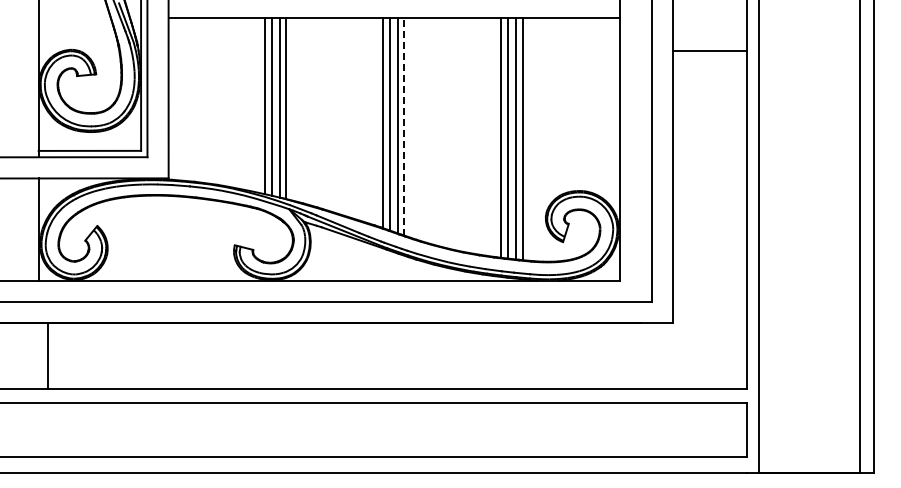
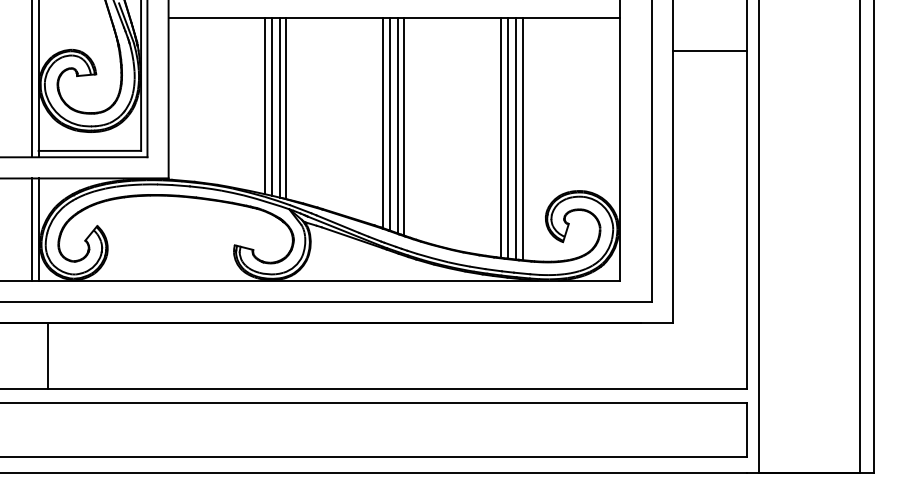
line at (32, 79): none -> present
line at (404, 126): dashed -> solid
line at (32, 229): none -> present
